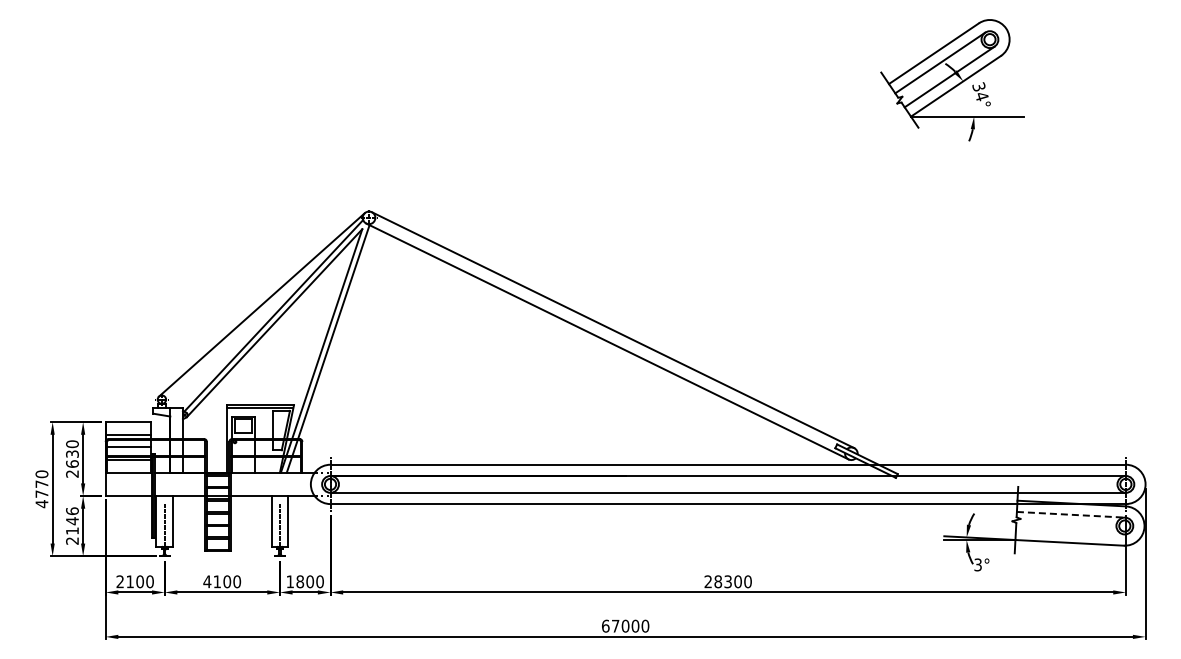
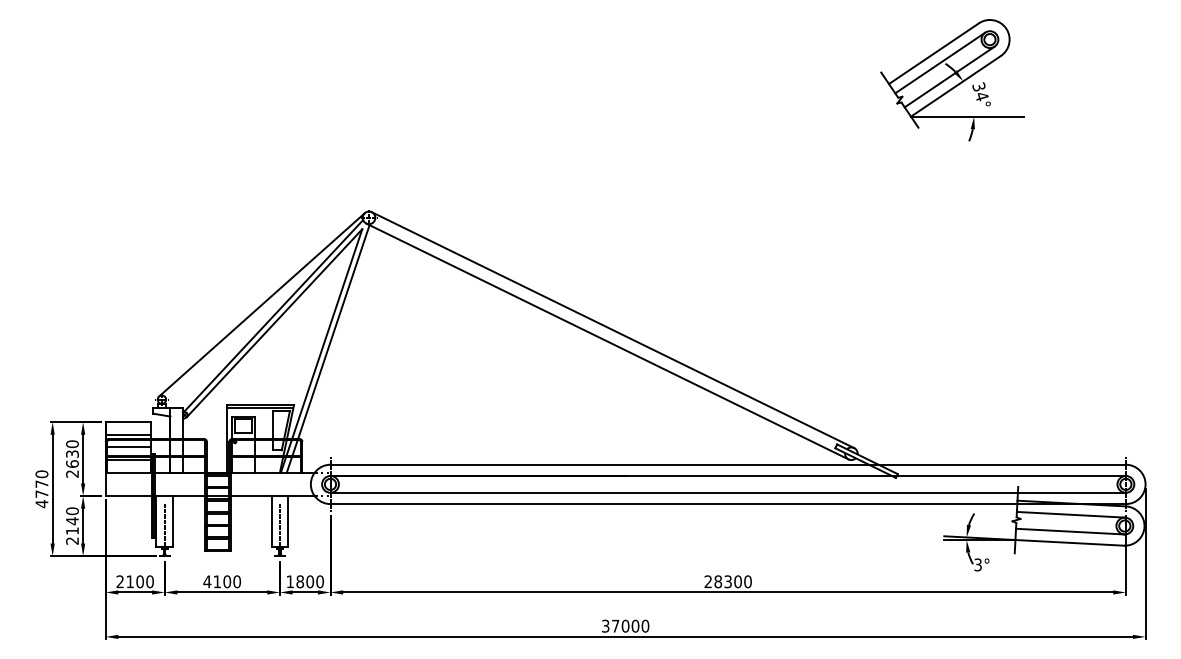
text at (72, 510): 2146 -> 2140
line at (1071, 514): dashed -> solid
line at (1070, 531): none -> present
text at (605, 625): 67000 -> 37000
